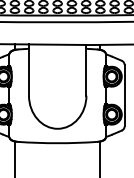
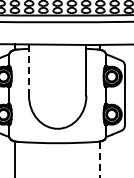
line at (28, 70): solid -> dashed
line at (100, 159): solid -> dashed
